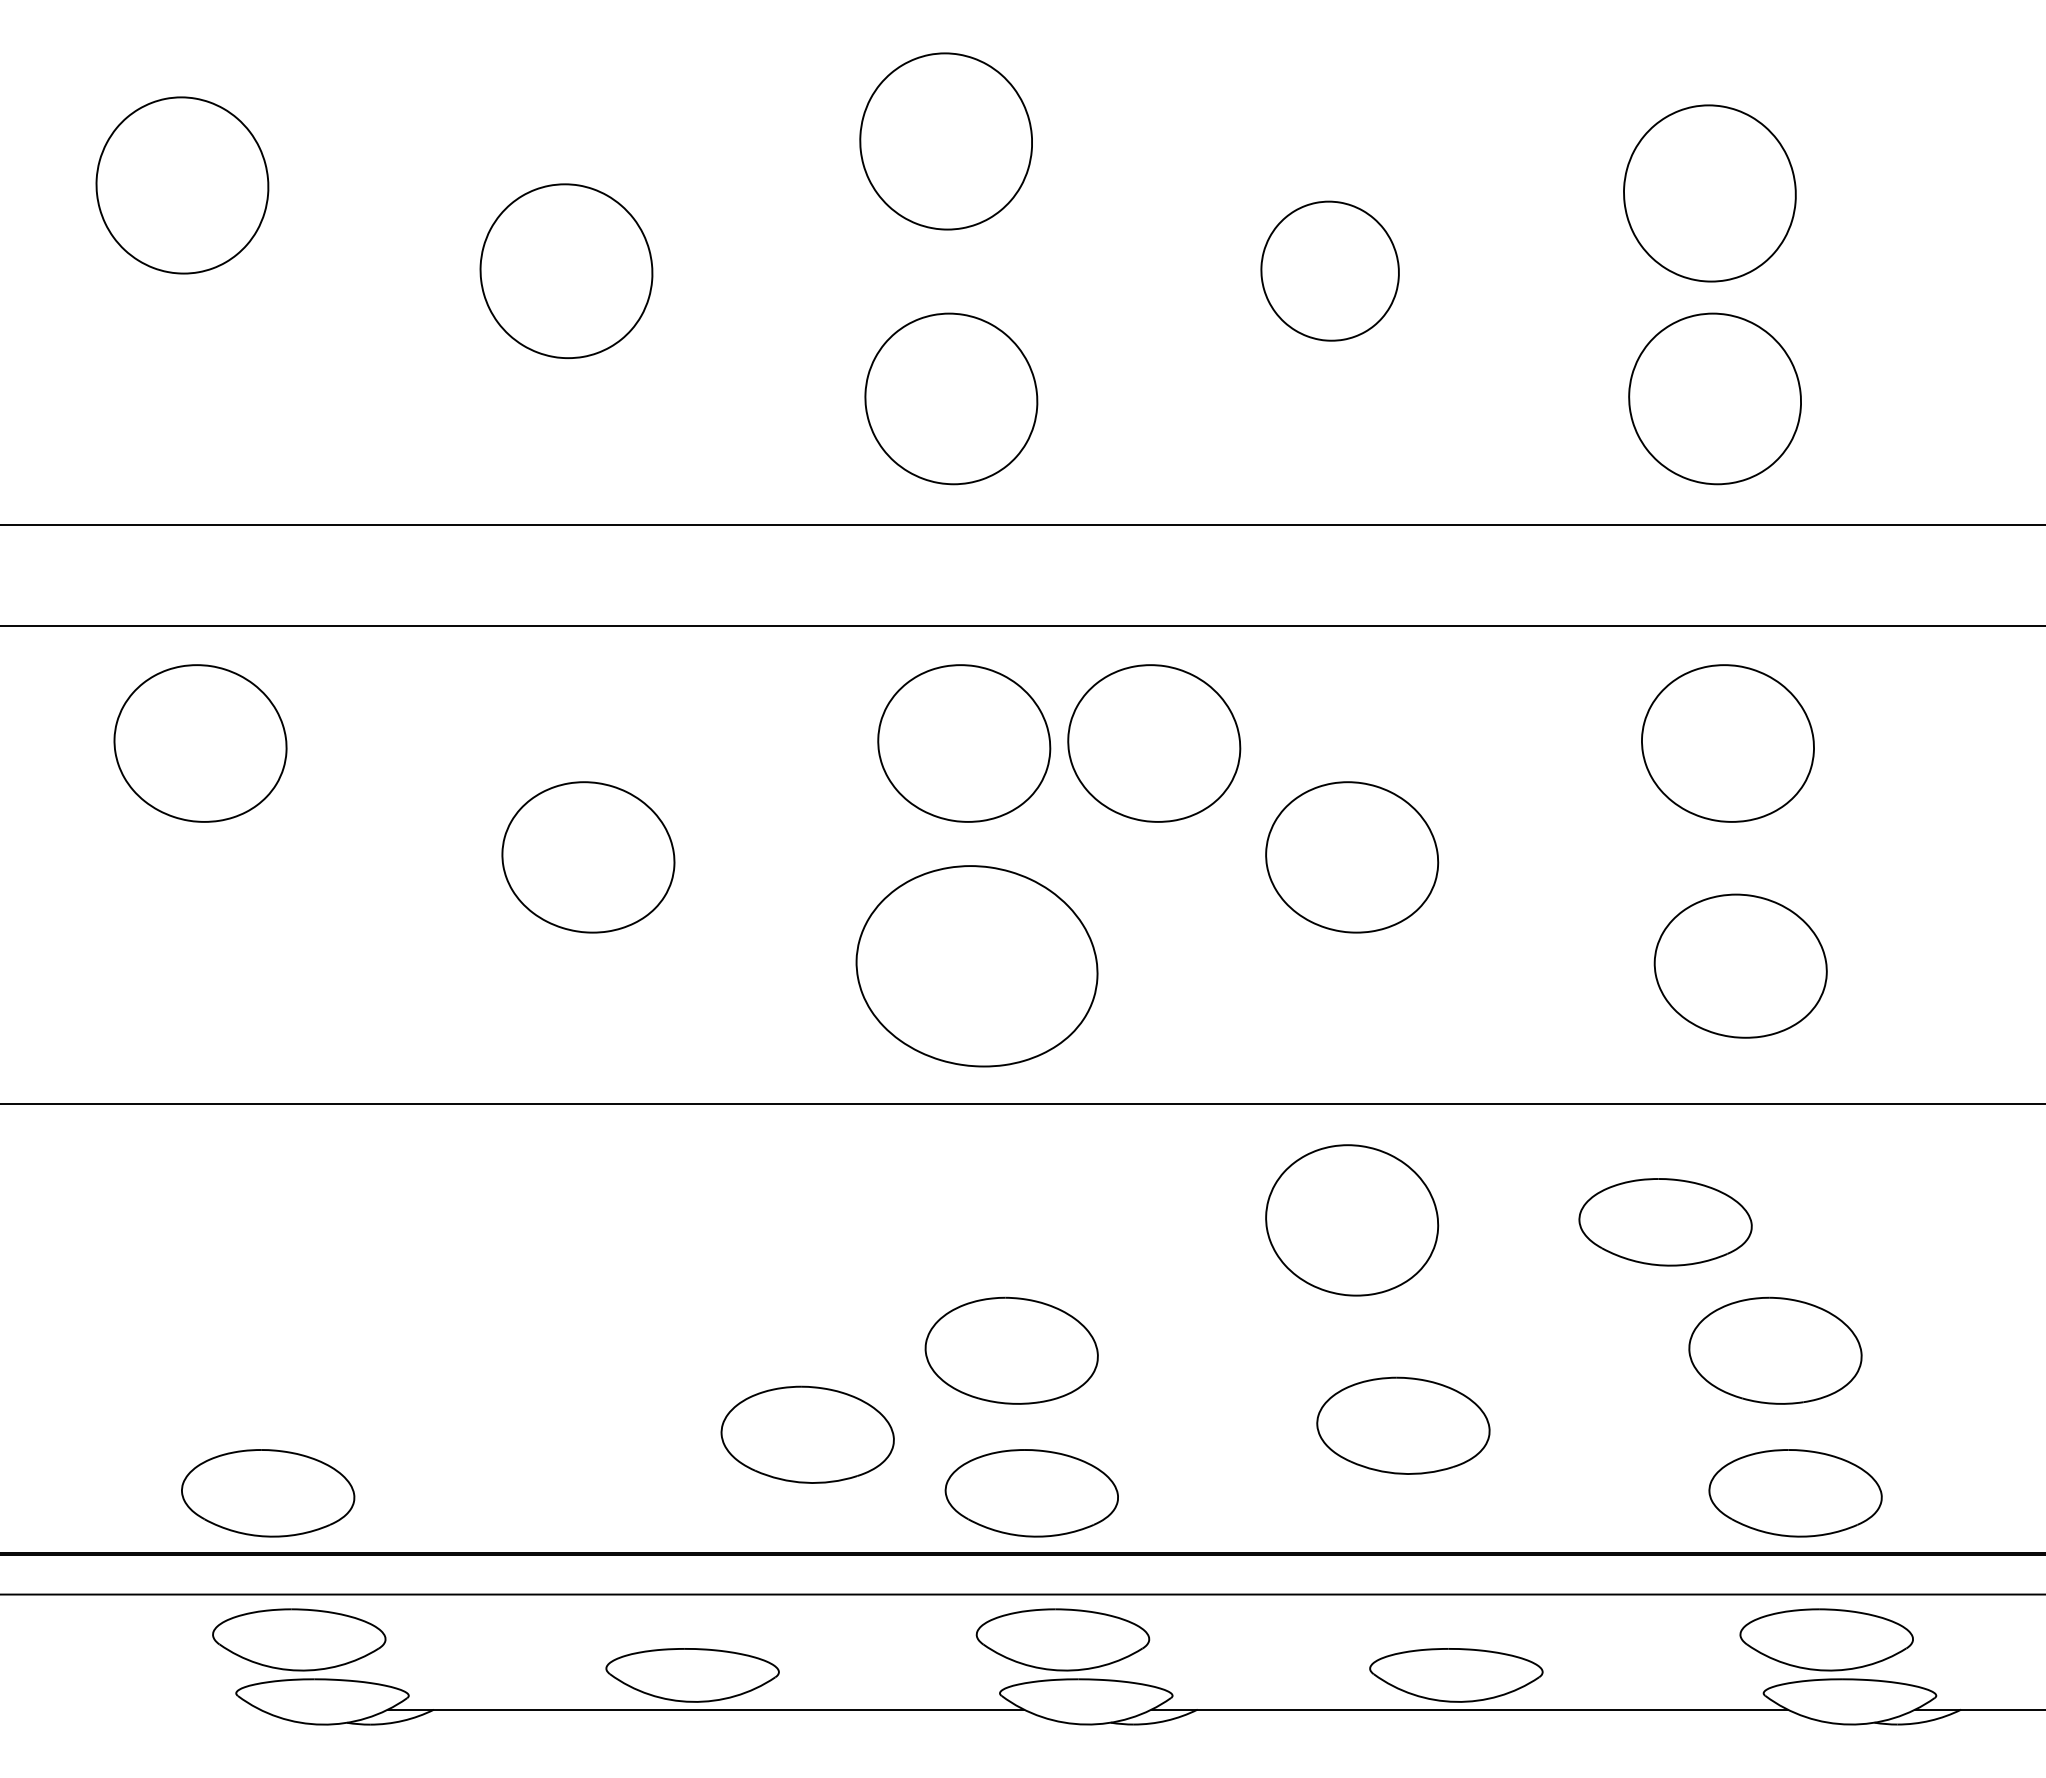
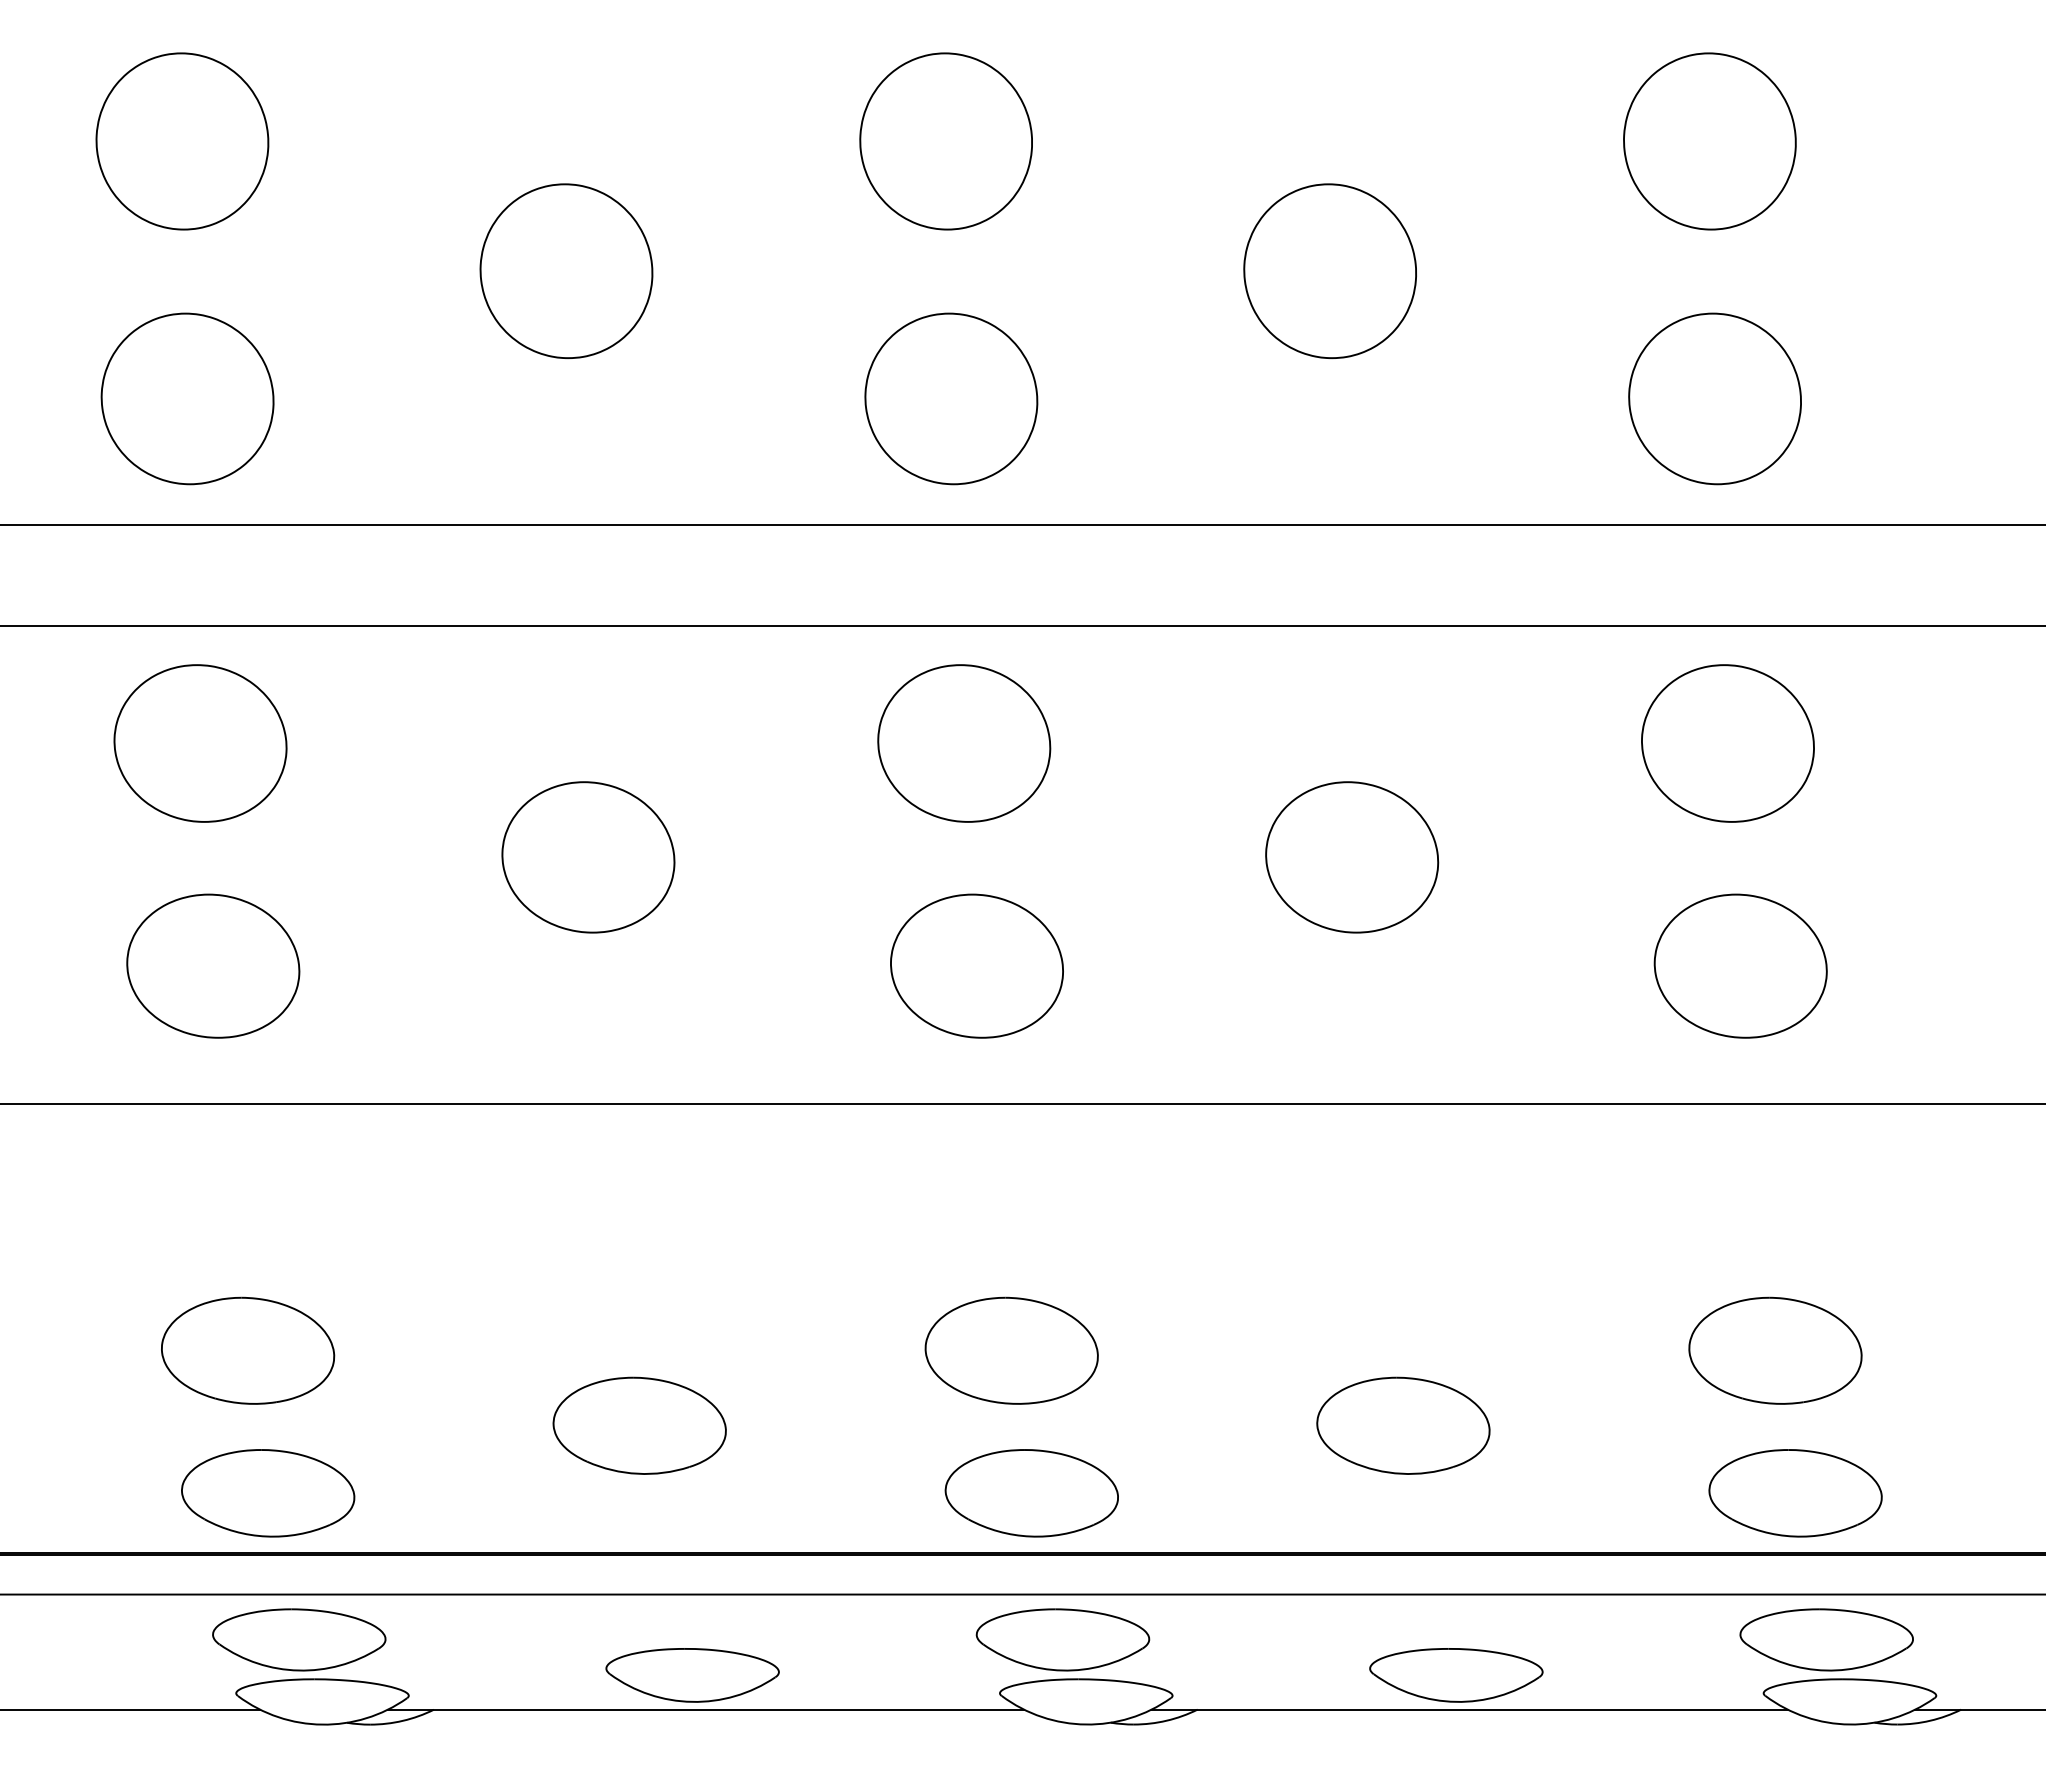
part at (182, 185) position: (182, 185) -> (182, 141)
part at (1709, 193) position: (1709, 193) -> (1709, 141)
part at (1329, 270) size: 140x142 px -> 174x176 px
part at (187, 398): none -> present
part at (1154, 743): present -> none
part at (213, 965): none -> present
part at (976, 966) size: 244x203 px -> 174x146 px
part at (1352, 1220): present -> none
part at (1665, 1222): present -> none
part at (248, 1350): none -> present
part at (807, 1434) position: (807, 1434) -> (639, 1425)
line at (131, 1709): none -> present
